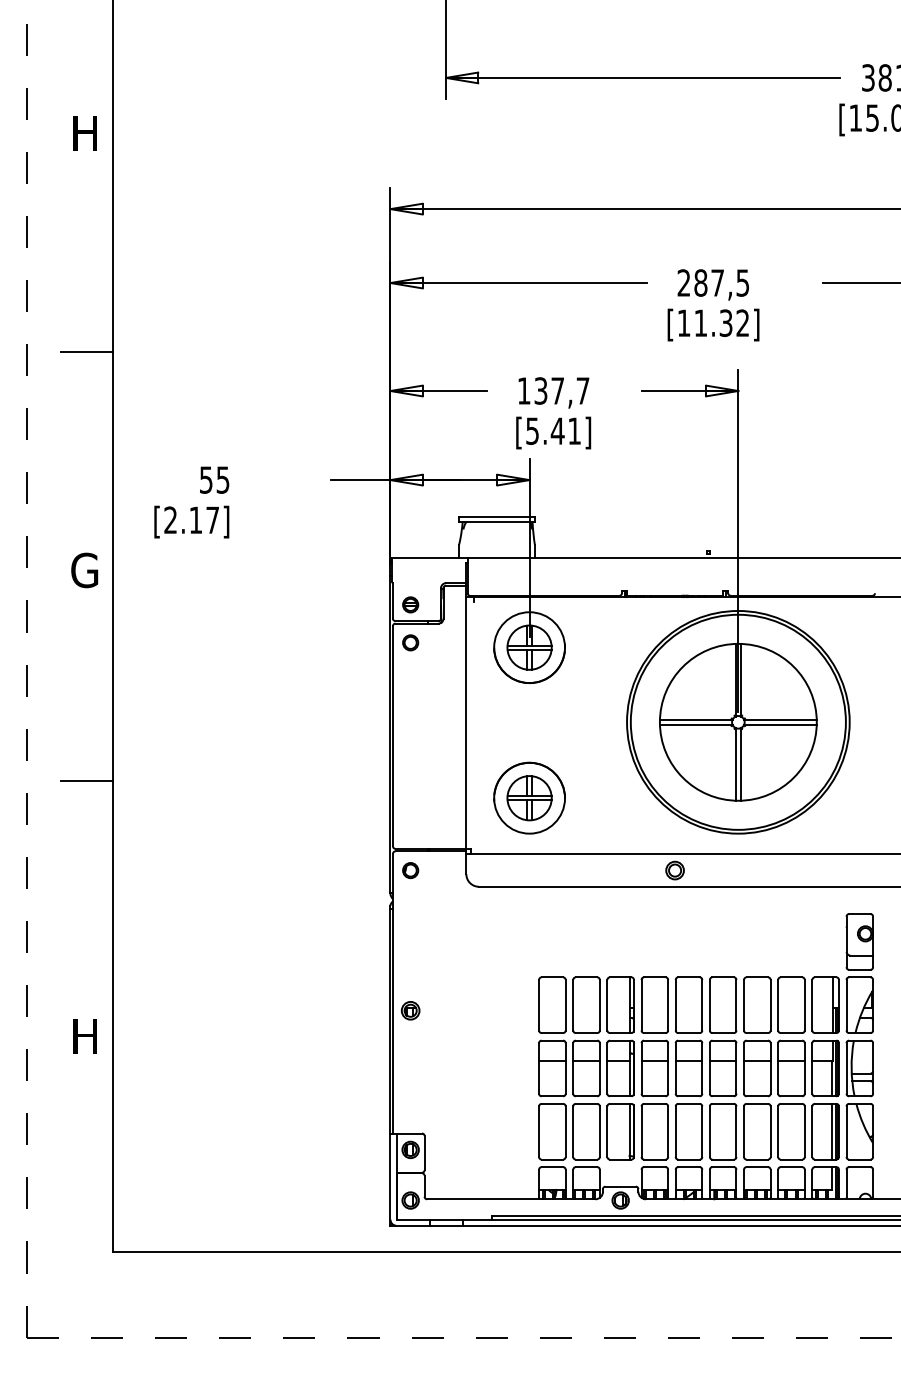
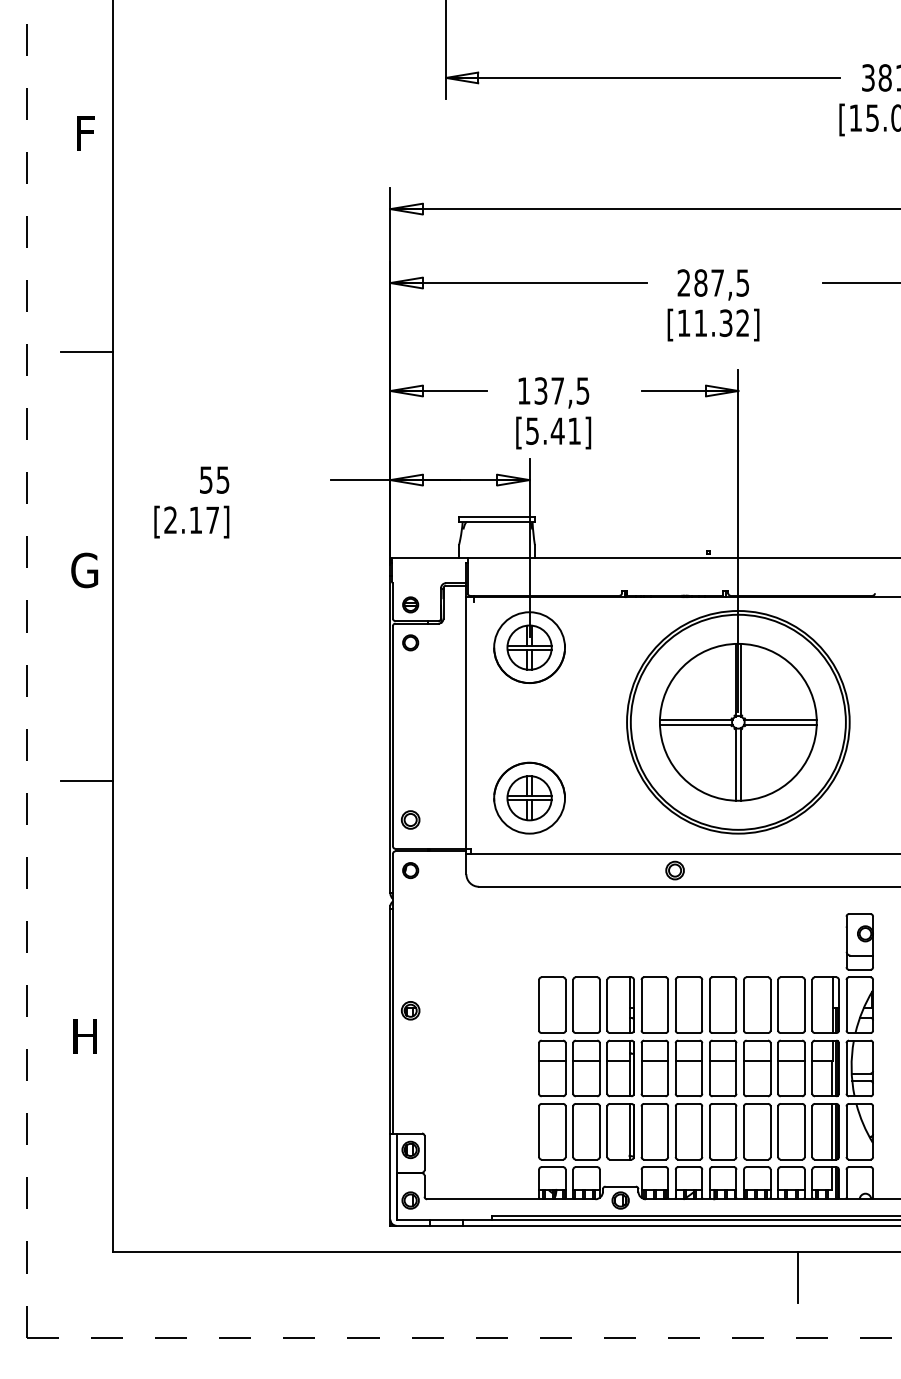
text at (84, 133): H -> F
text at (582, 390): 137,7 -> 137,5
part at (410, 819): none -> present
line at (798, 1277): none -> present
